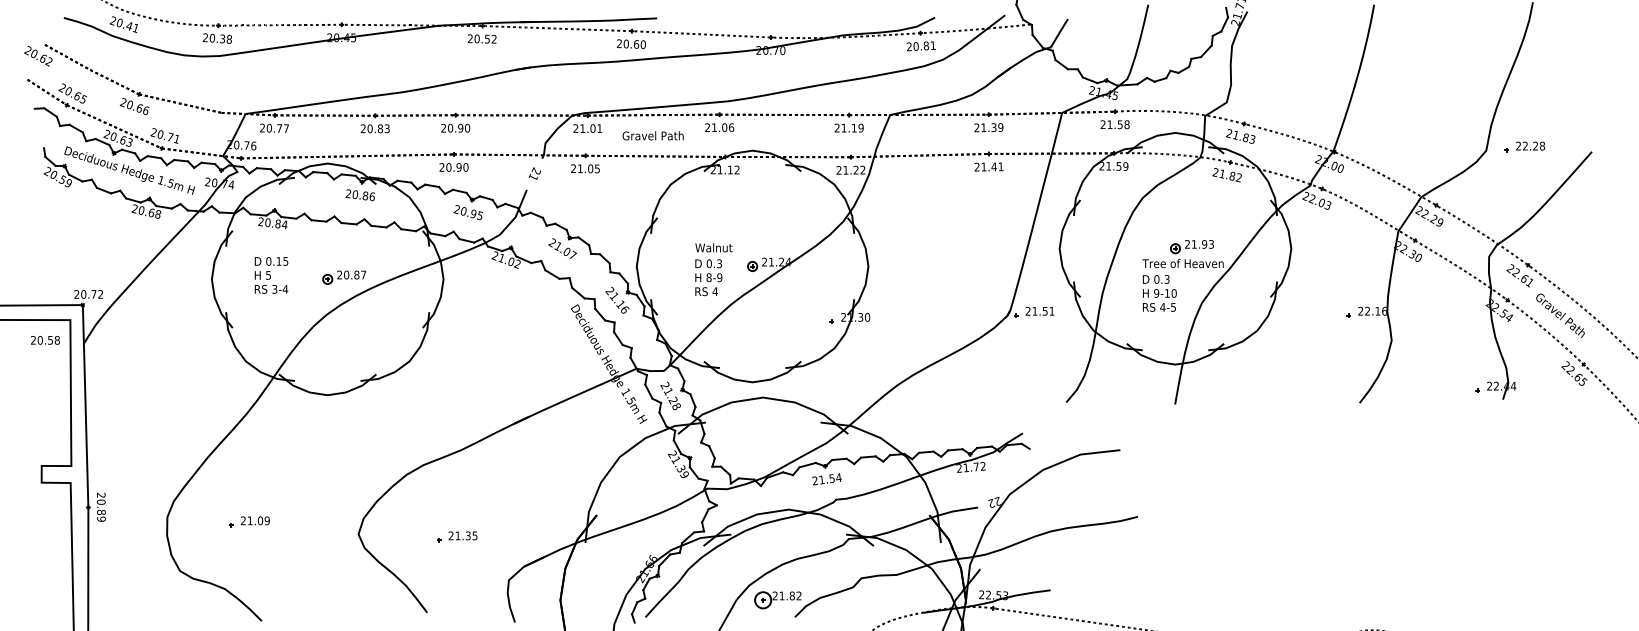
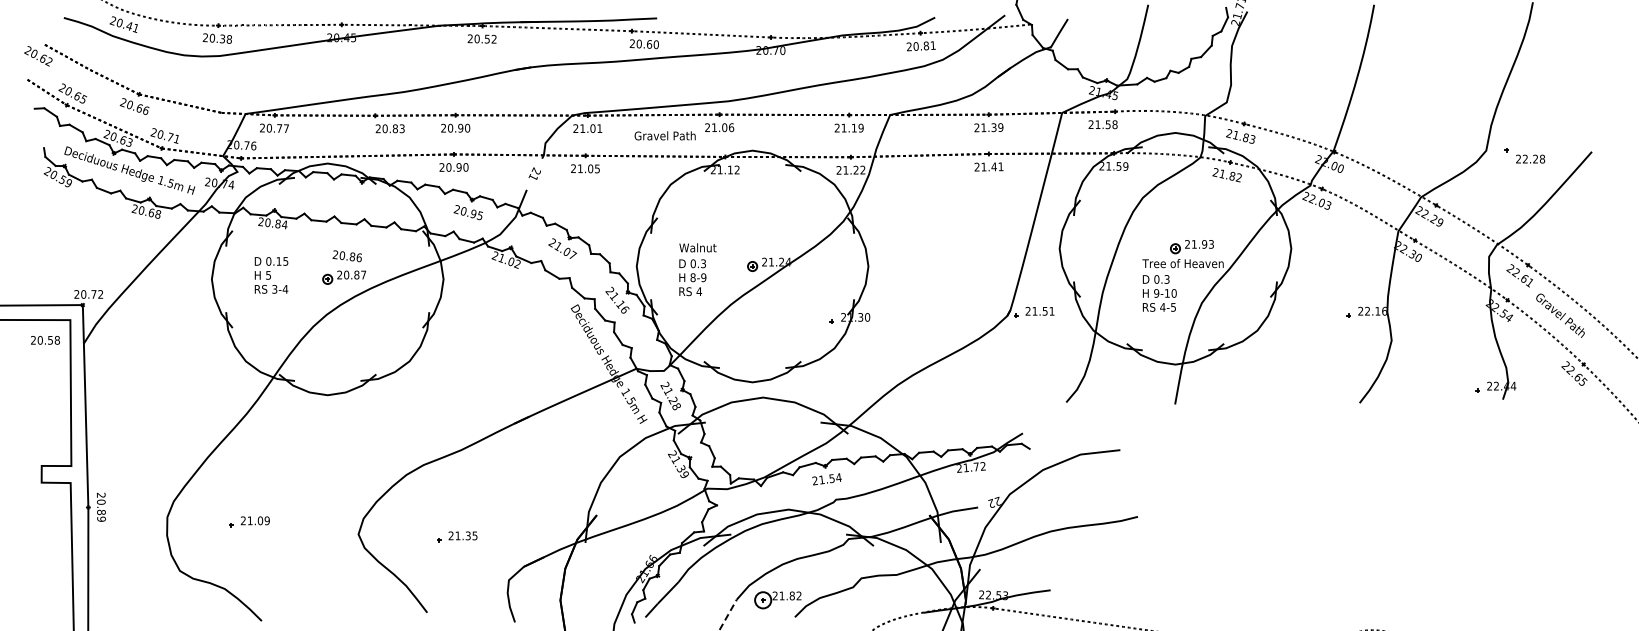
text at (630, 44) position: (630, 44) -> (643, 44)
text at (1114, 124) position: (1114, 124) -> (1102, 124)
text at (374, 128) position: (374, 128) -> (389, 128)
text at (652, 135) position: (652, 135) -> (664, 135)
text at (1530, 145) position: (1530, 145) -> (1530, 158)
text at (359, 195) position: (359, 195) -> (346, 256)
text at (713, 269) position: (713, 269) -> (697, 269)
line at (727, 615): solid -> dashed
